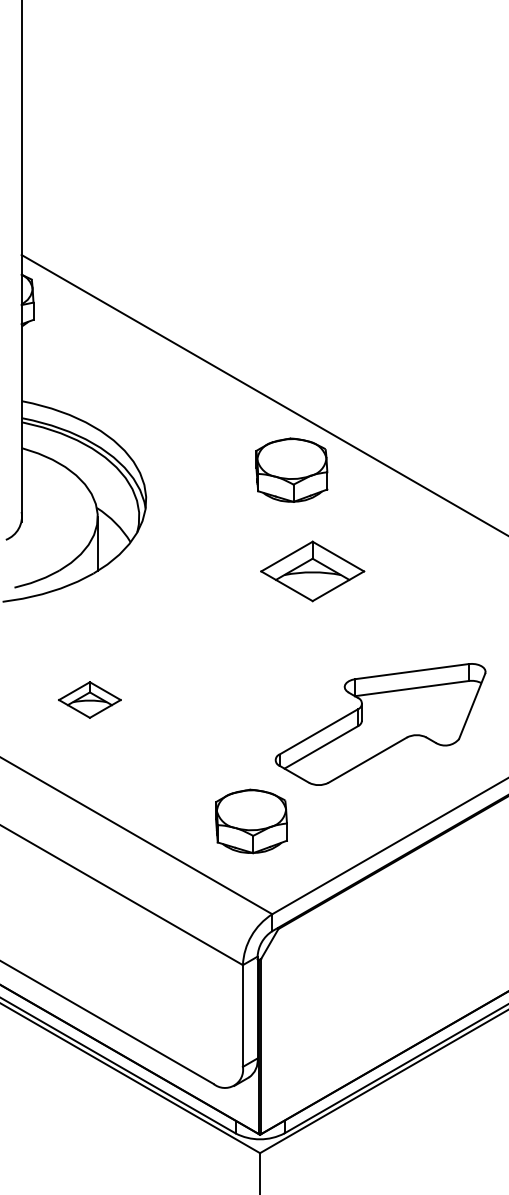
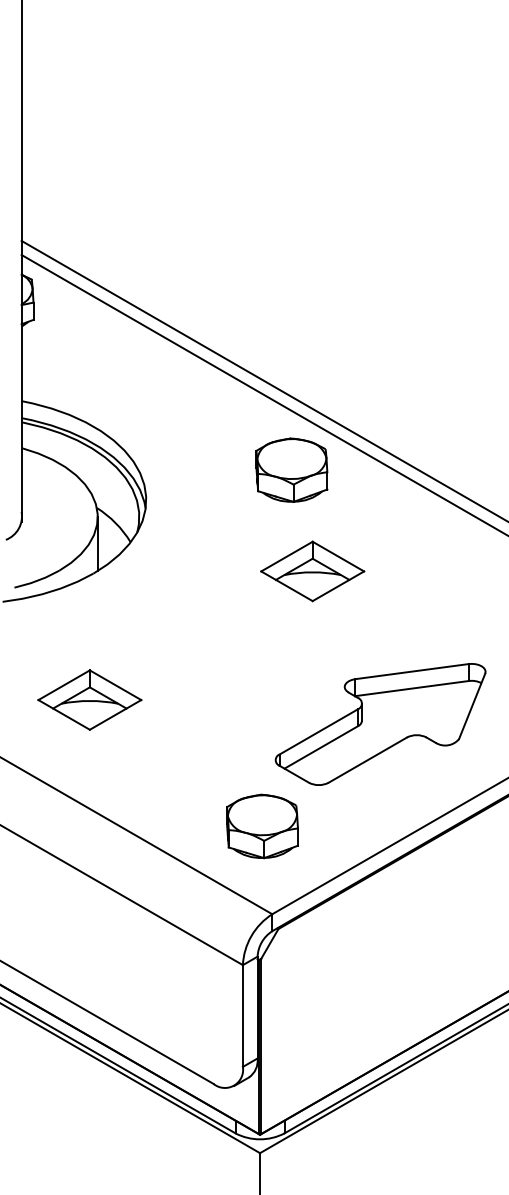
line at (263, 380): none -> present
part at (89, 699) size: 64x38 px -> 106x62 px
part at (251, 821) position: (251, 821) -> (262, 826)
